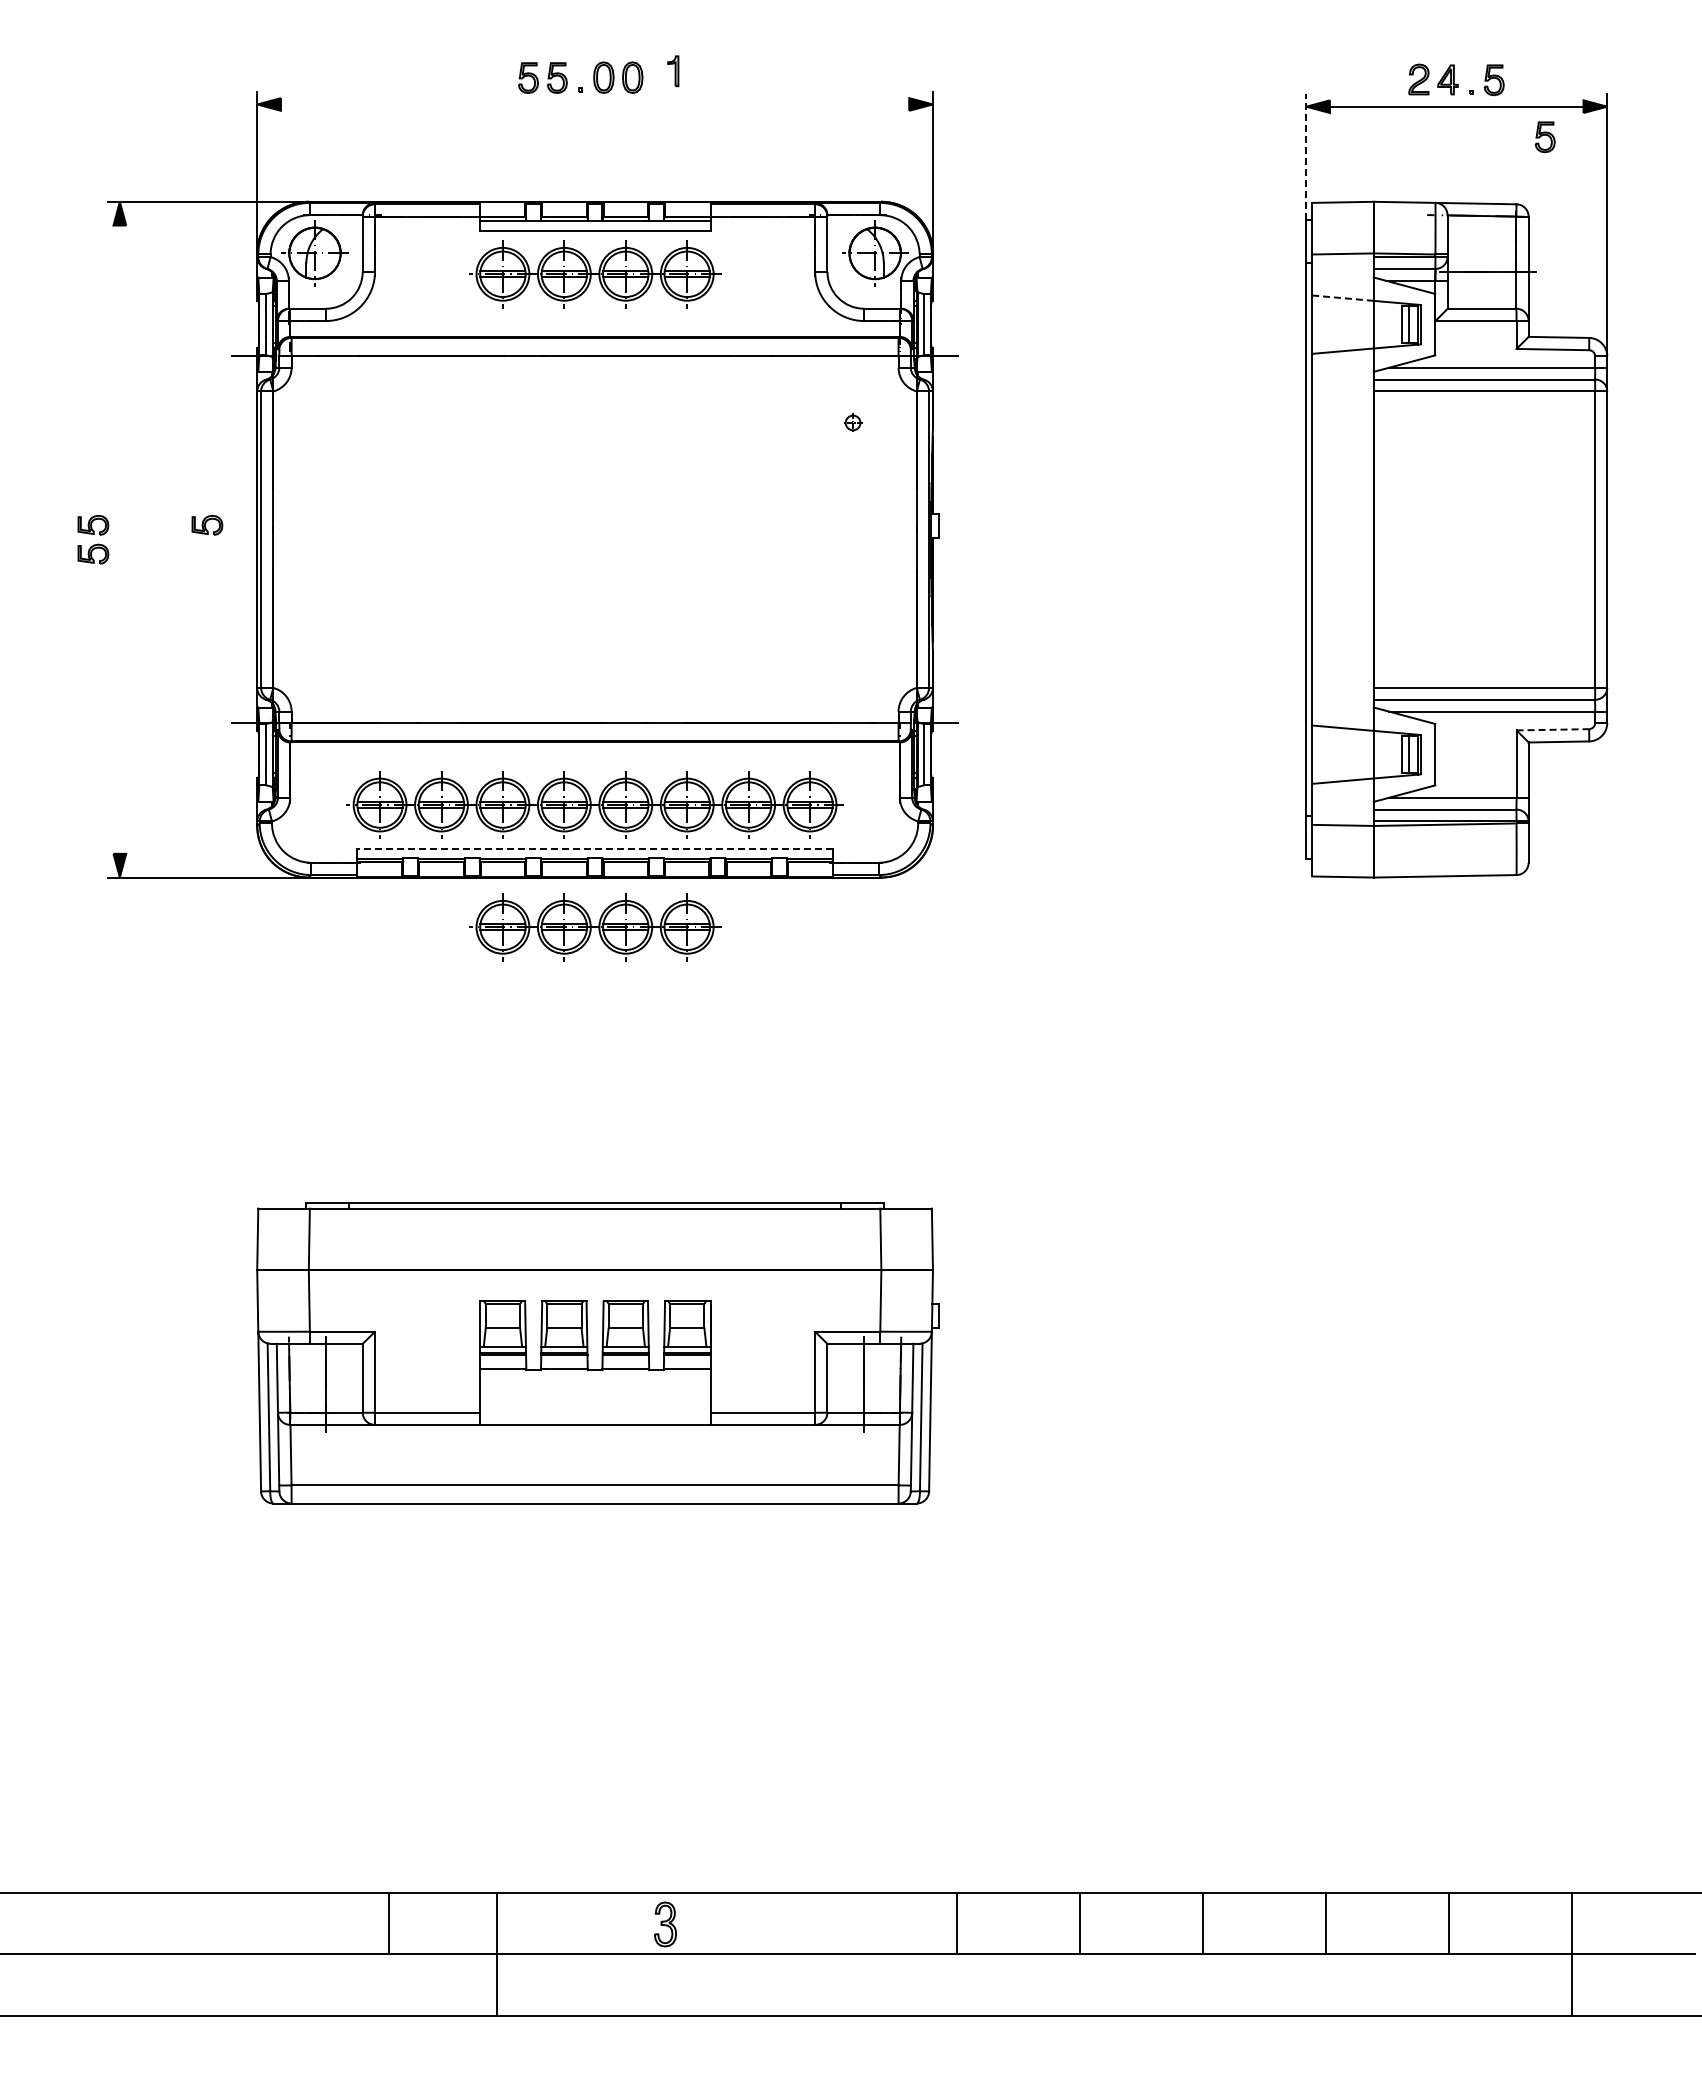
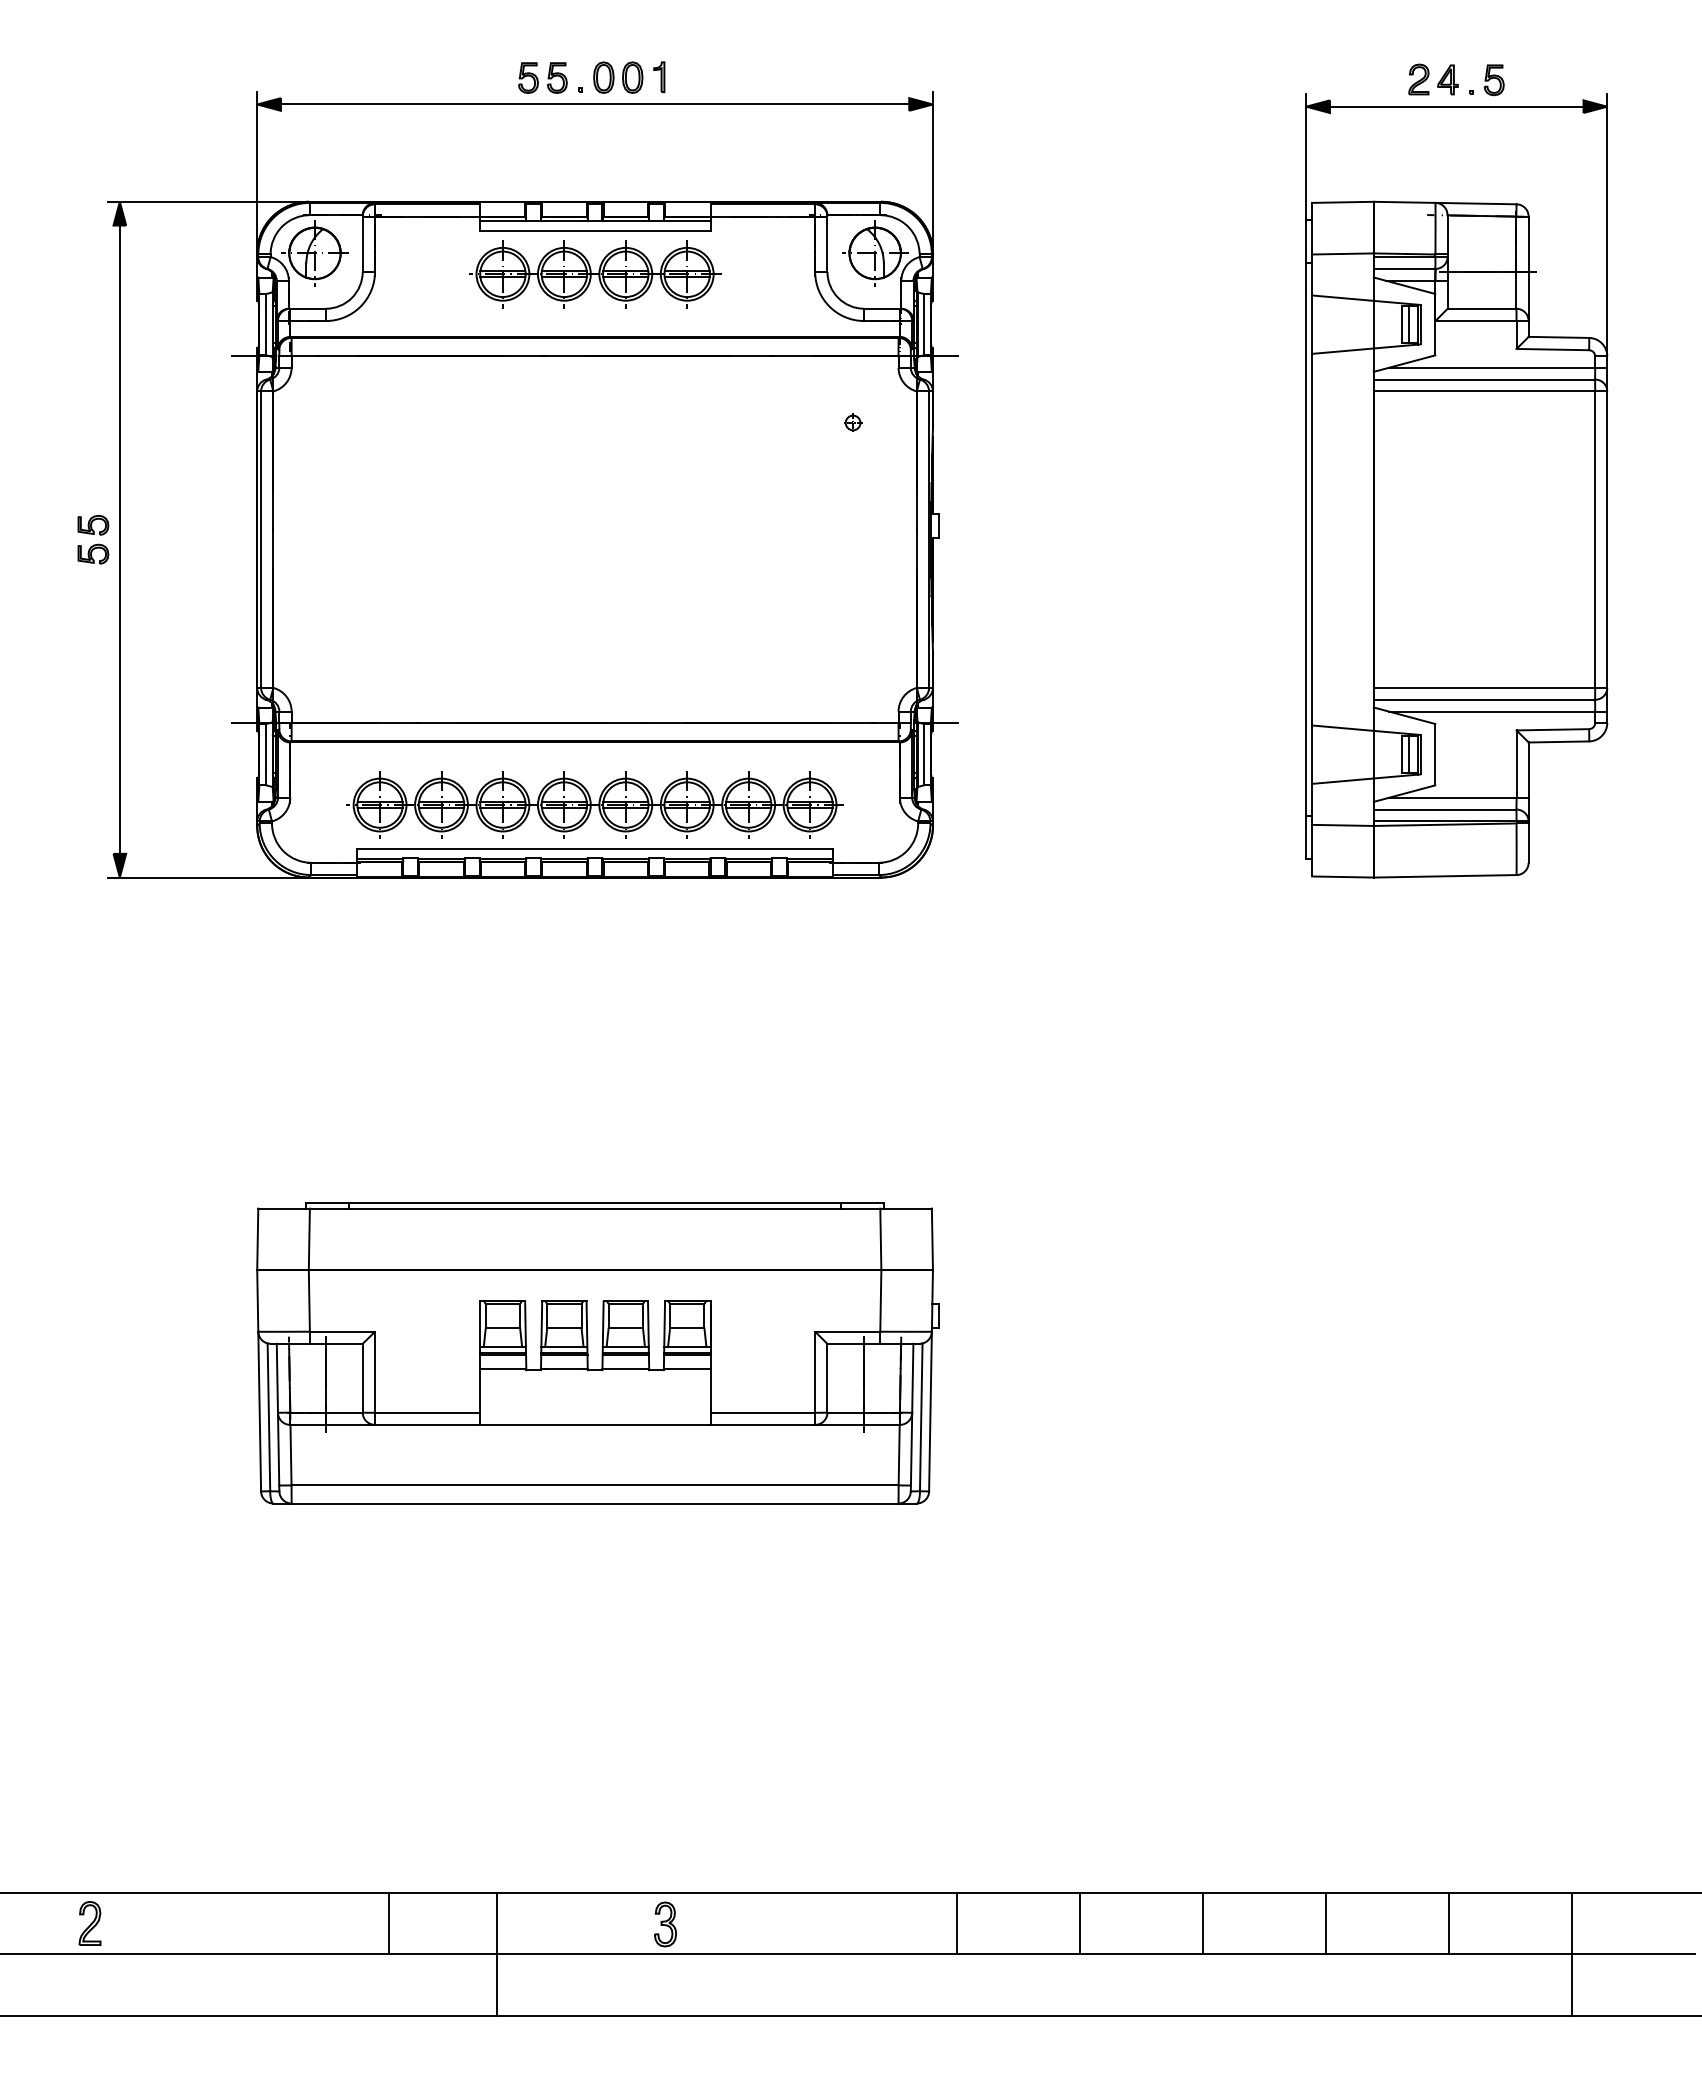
part at (673, 71) position: (673, 71) -> (659, 77)
line at (594, 104): none -> present
part at (1544, 137): present -> none
line at (1306, 157): dashed -> solid
line at (1343, 298): dashed -> solid
part at (207, 524): present -> none
line at (119, 539): none -> present
line at (1553, 729): dashed -> solid
line at (594, 848): dashed -> solid
part at (595, 927): present -> none
part at (89, 1923): none -> present
